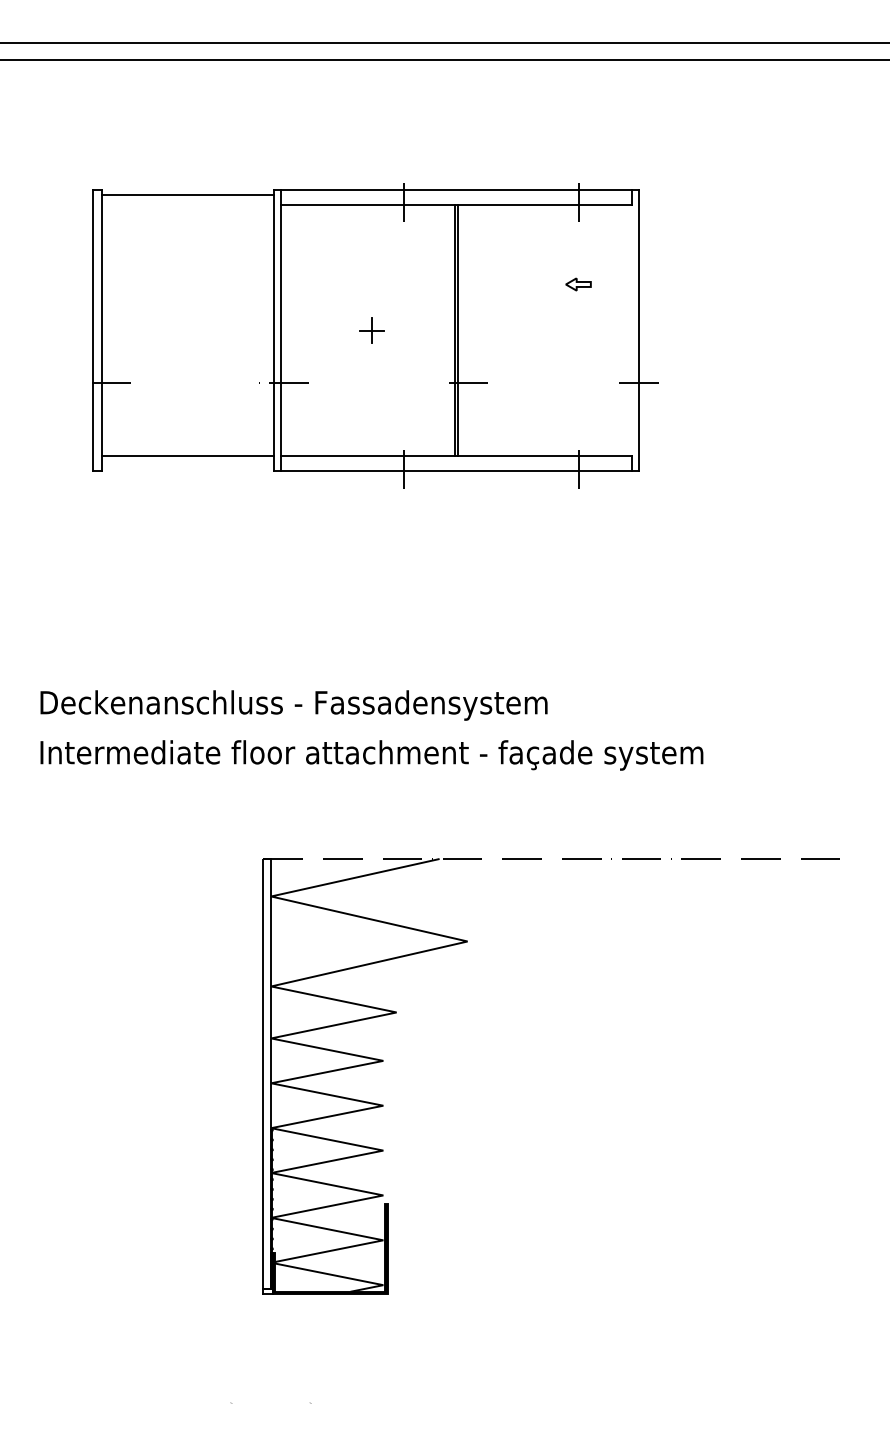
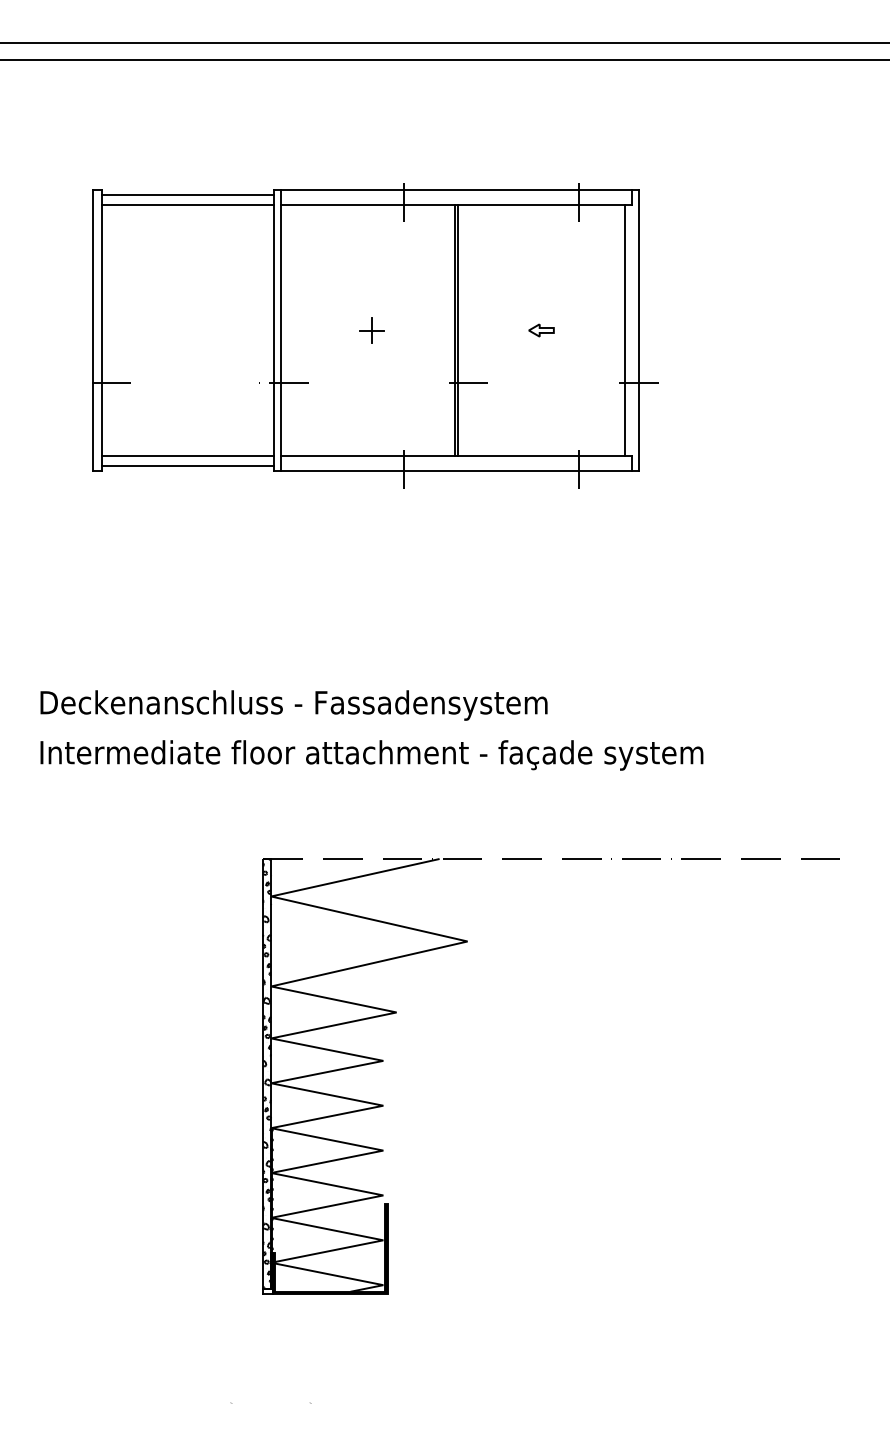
line at (188, 204): none -> present
part at (578, 284) position: (578, 284) -> (541, 330)
line at (624, 330): none -> present
line at (188, 466): none -> present
hatch at (266, 1074): none -> present
